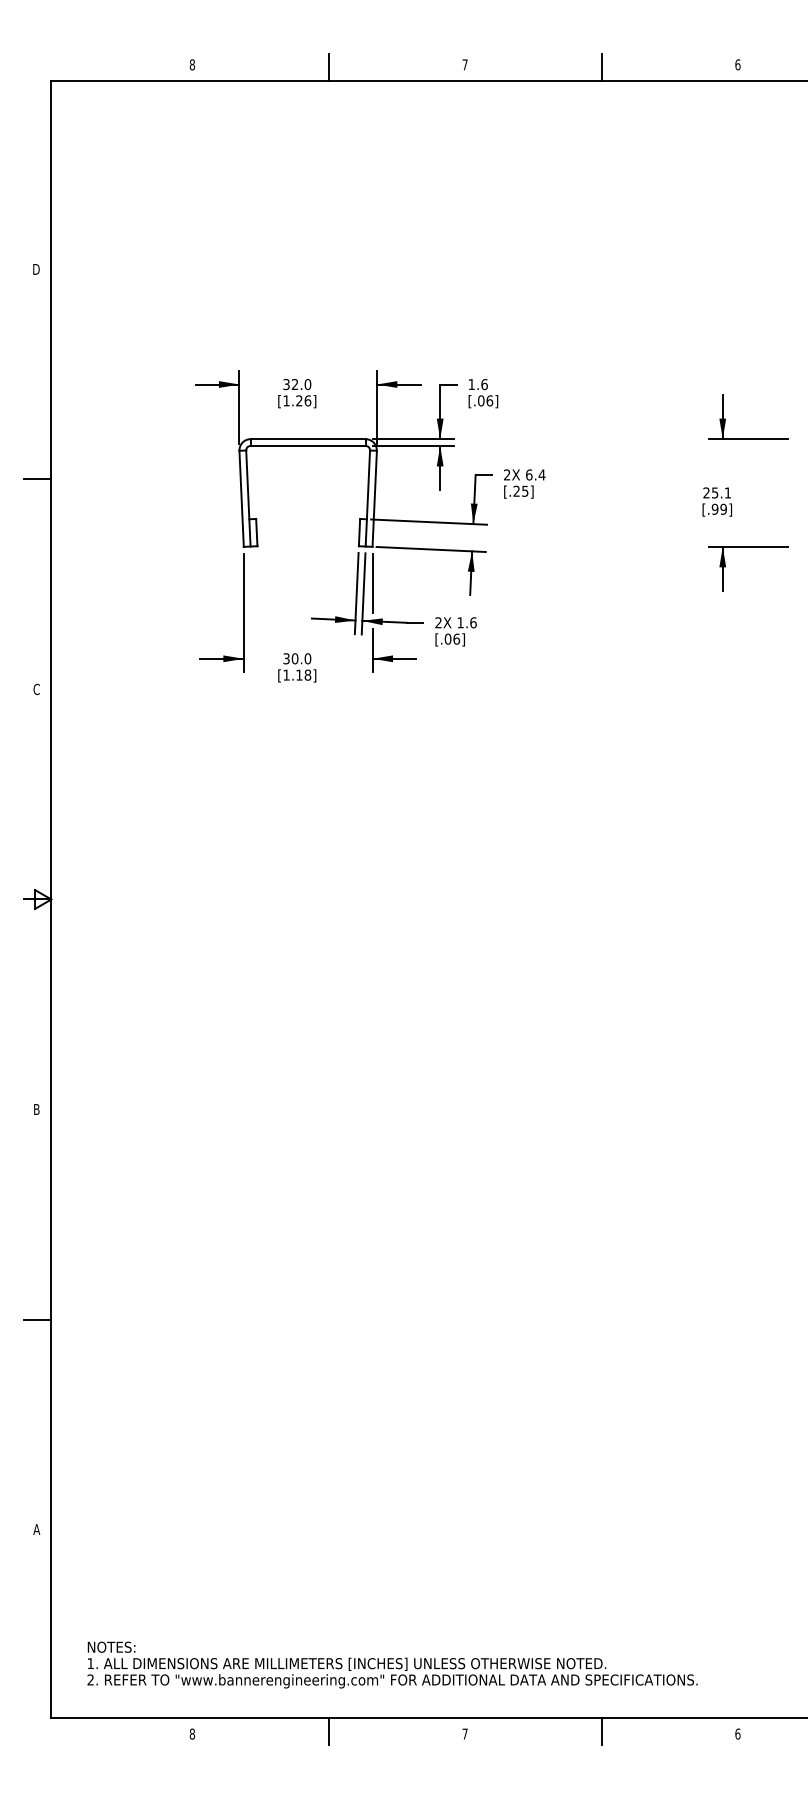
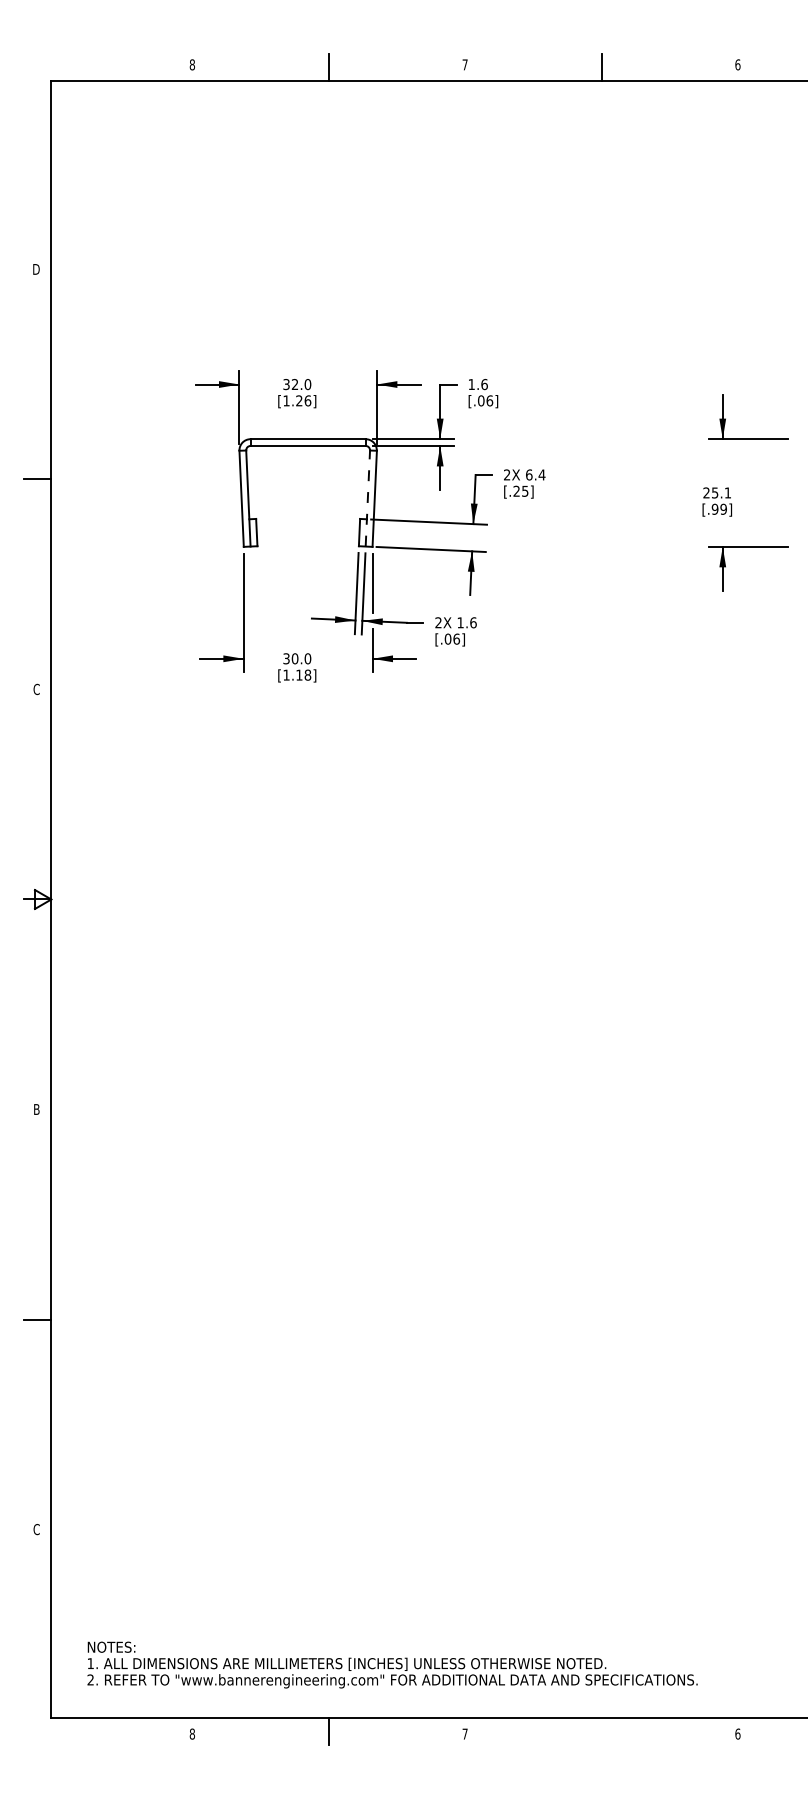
line at (367, 498): solid -> dashed
text at (36, 1529): A -> C
line at (601, 1731): present -> none
